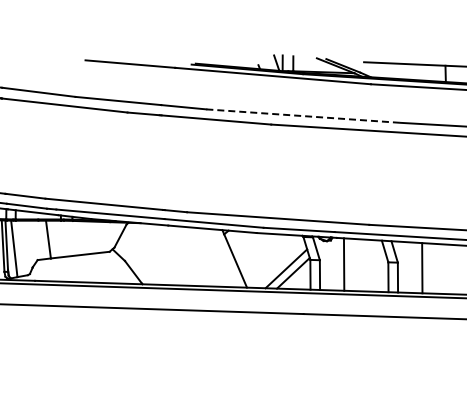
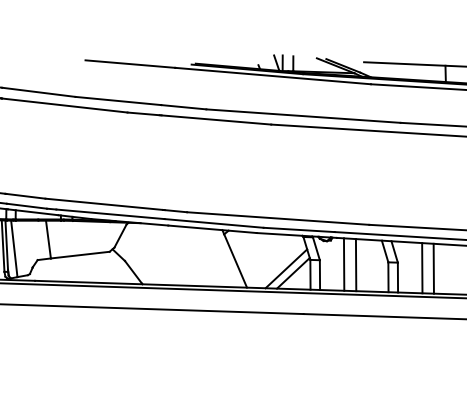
line at (303, 116): dashed -> solid
line at (355, 265): none -> present
line at (433, 268): none -> present
